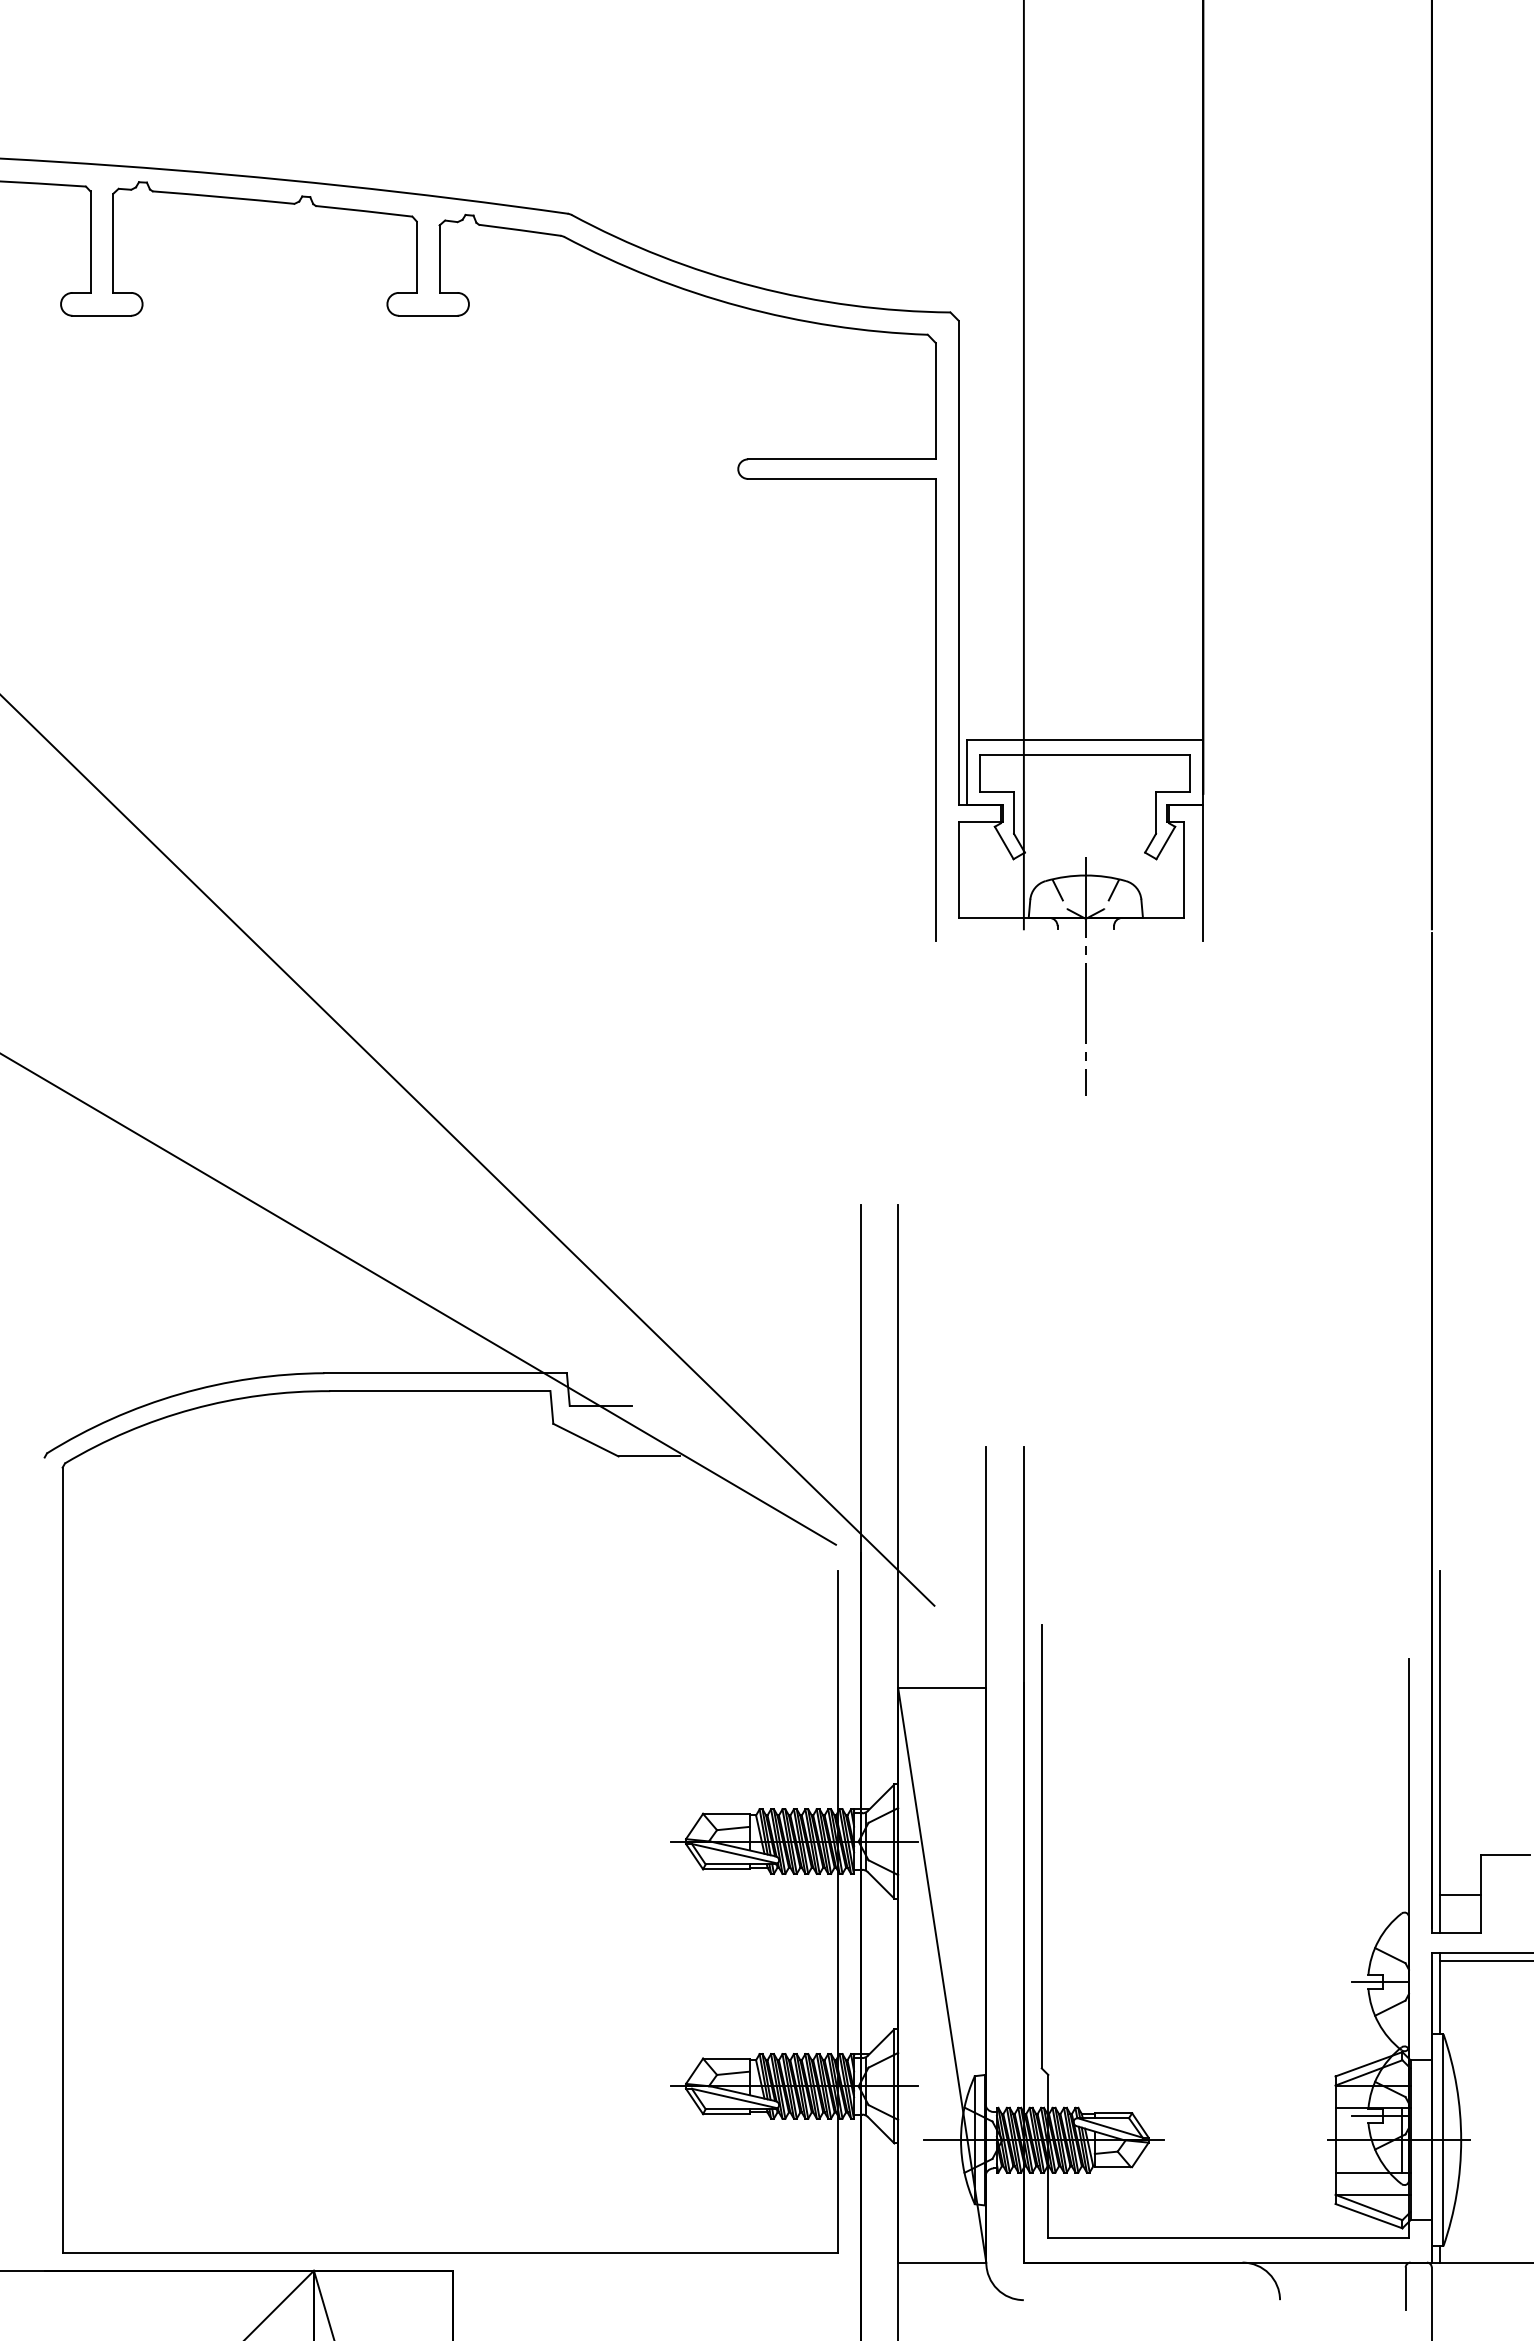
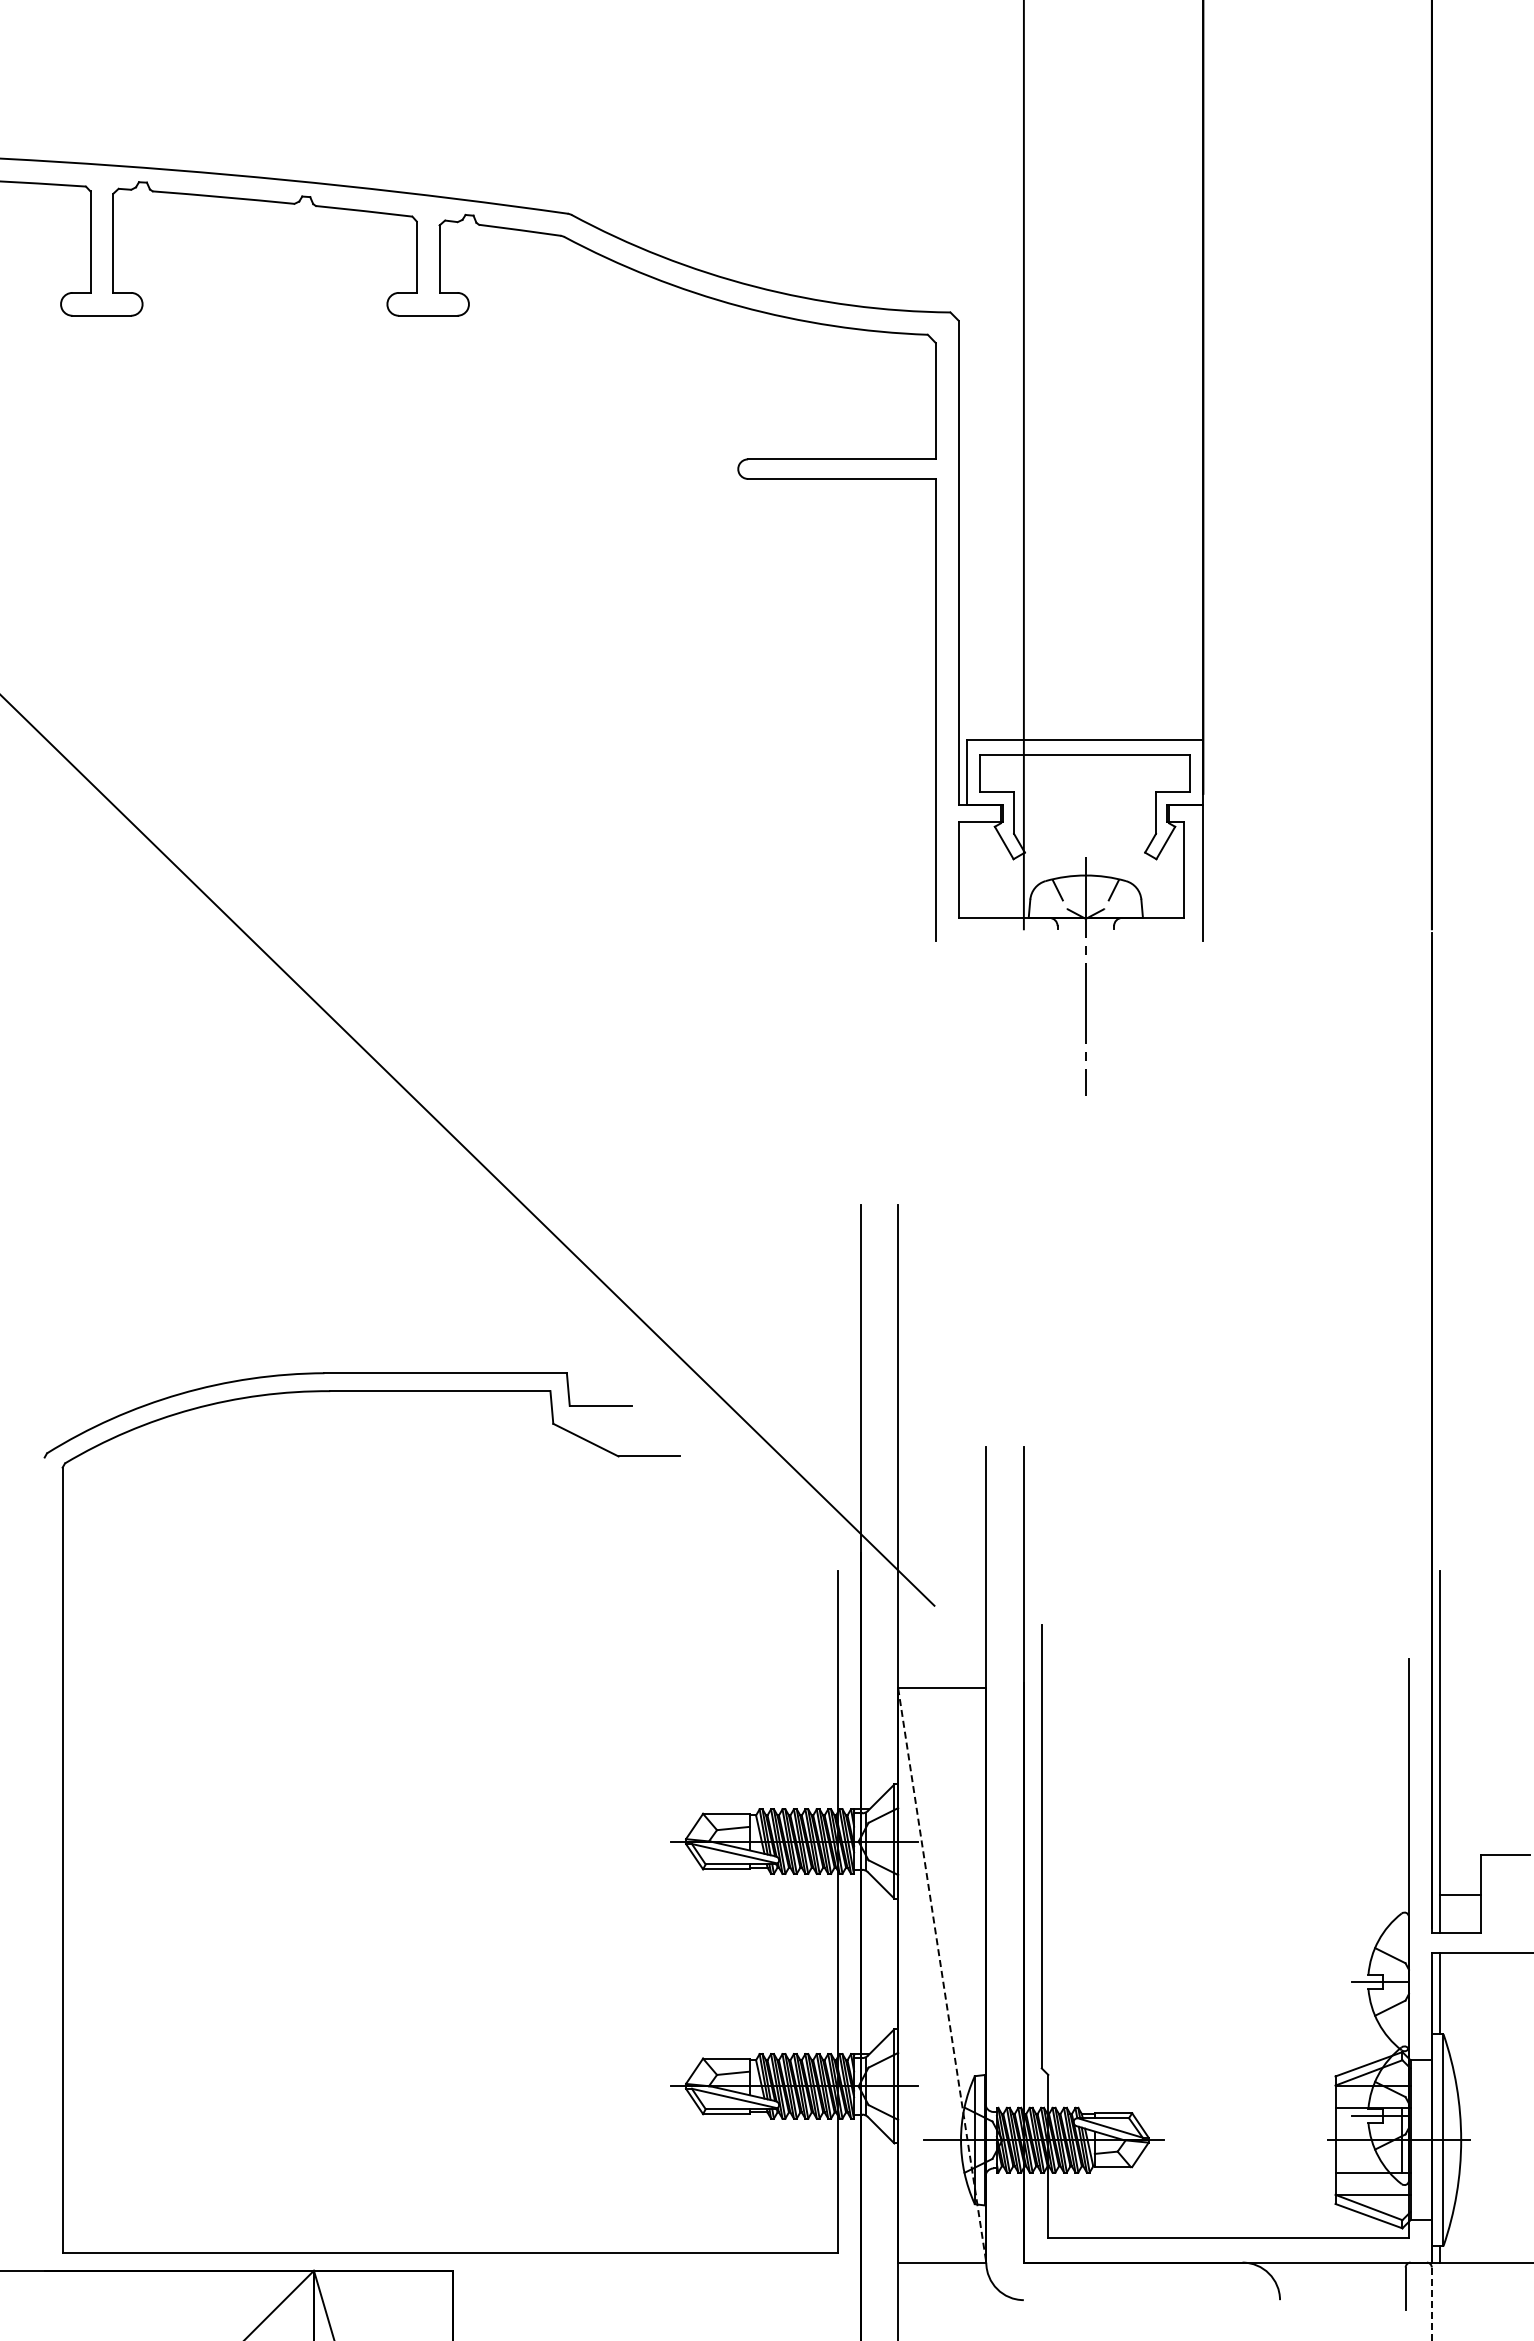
line at (418, 1299): present -> none
line at (1484, 1960): present -> none
line at (942, 1975): solid -> dashed
line at (1431, 2304): solid -> dashed
